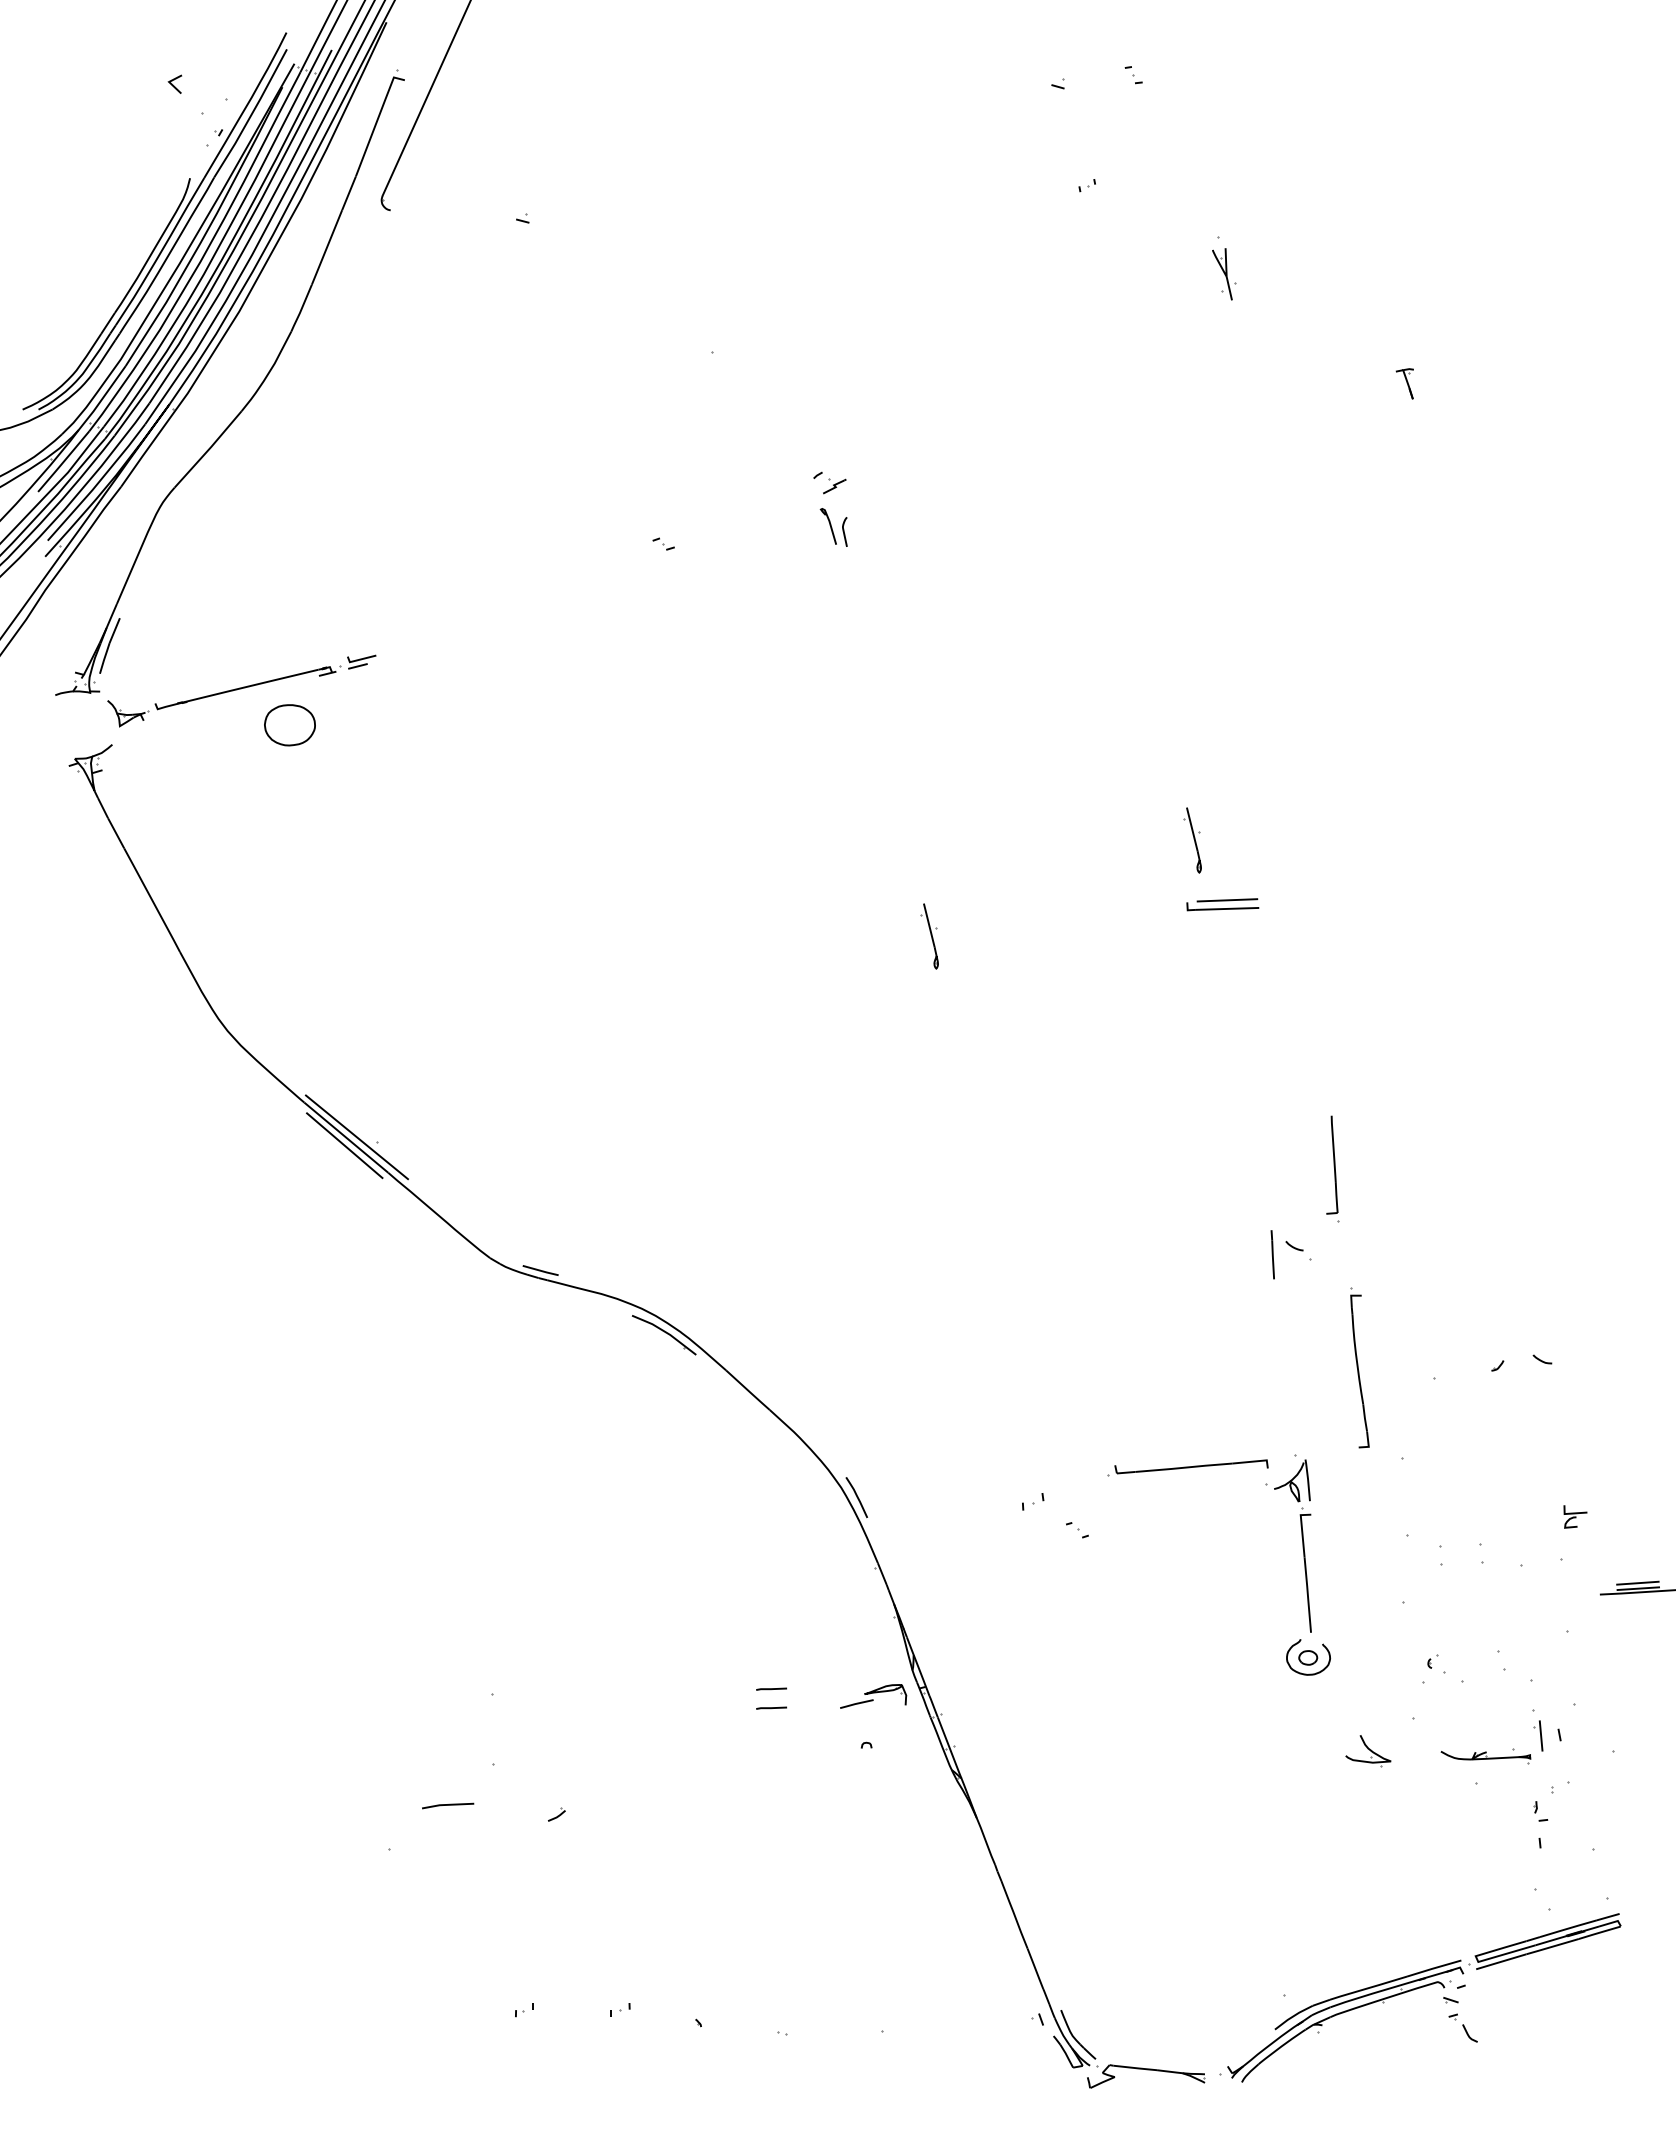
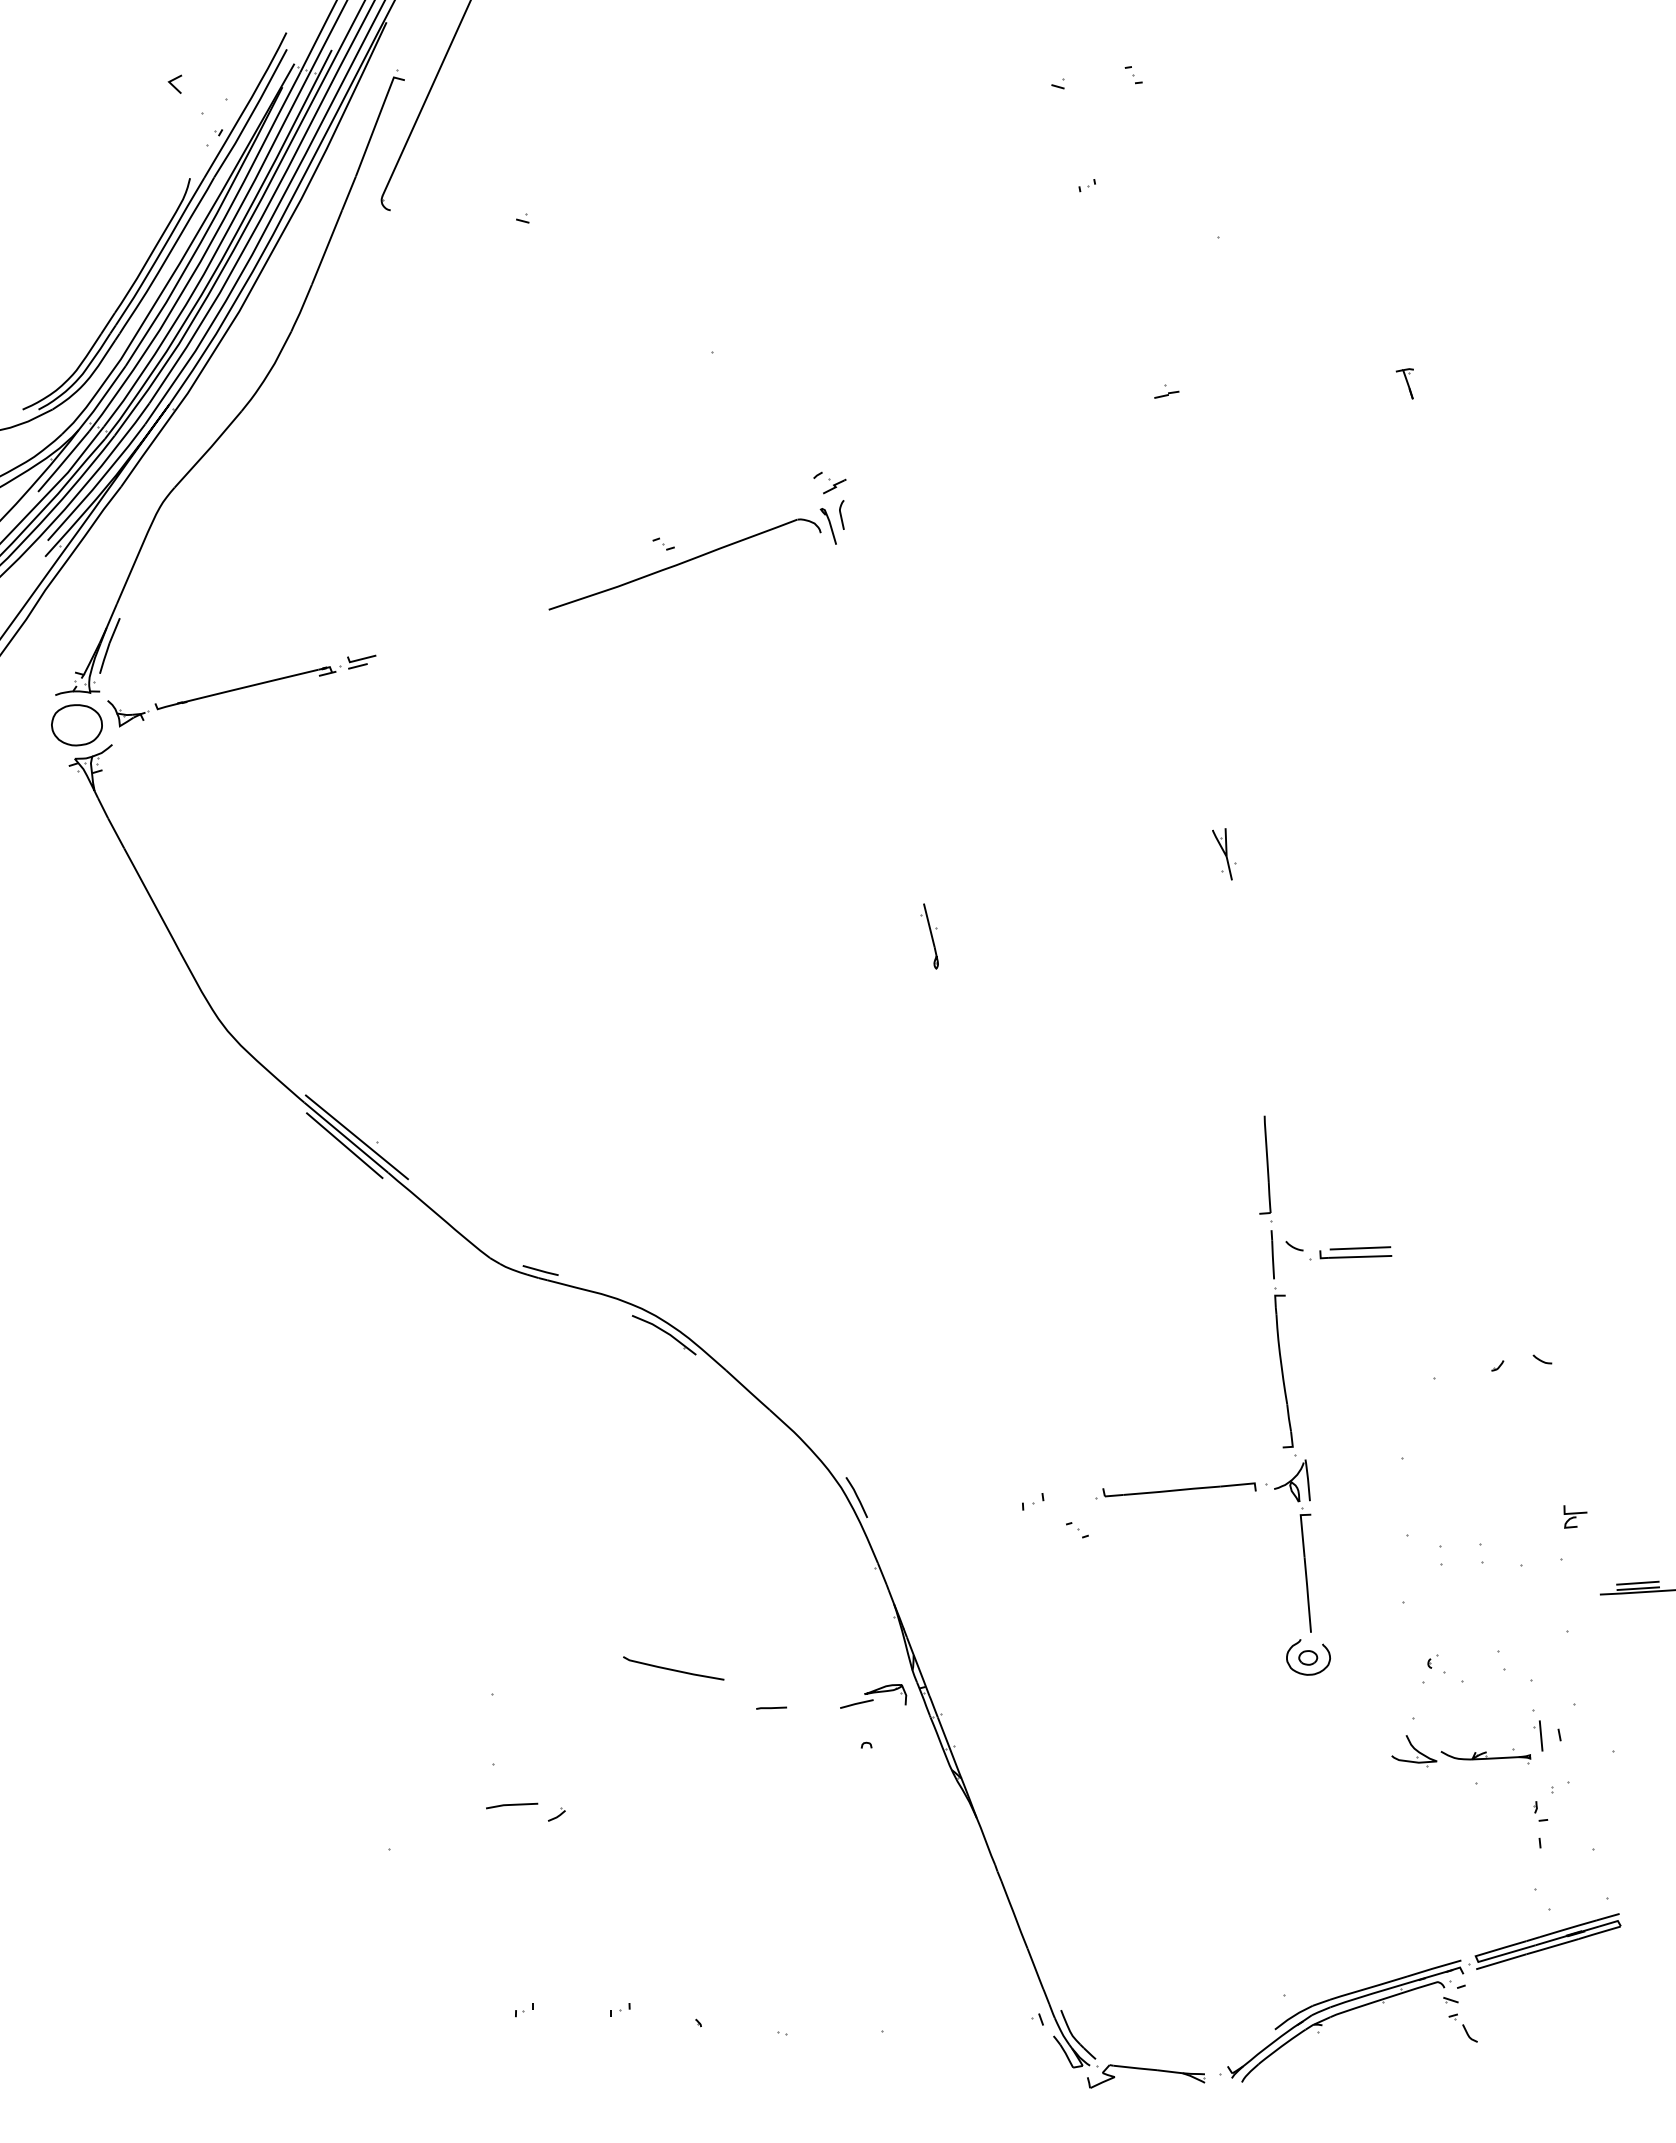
part at (1224, 274) position: (1224, 274) -> (1224, 854)
part at (1166, 391): none -> present
curve at (844, 531) position: (844, 531) -> (841, 514)
part at (684, 564): none -> present
part at (289, 725) position: (289, 725) -> (76, 725)
part at (1192, 840): present -> none
part at (1222, 904) position: (1222, 904) -> (1355, 1252)
part at (1332, 1168) position: (1332, 1168) -> (1265, 1168)
part at (1359, 1367) position: (1359, 1367) -> (1283, 1367)
part at (1187, 1467) position: (1187, 1467) -> (1175, 1490)
line at (673, 1669): none -> present
line at (771, 1688): present -> none
part at (1368, 1751) position: (1368, 1751) -> (1414, 1751)
line at (448, 1805) position: (448, 1805) -> (512, 1805)
